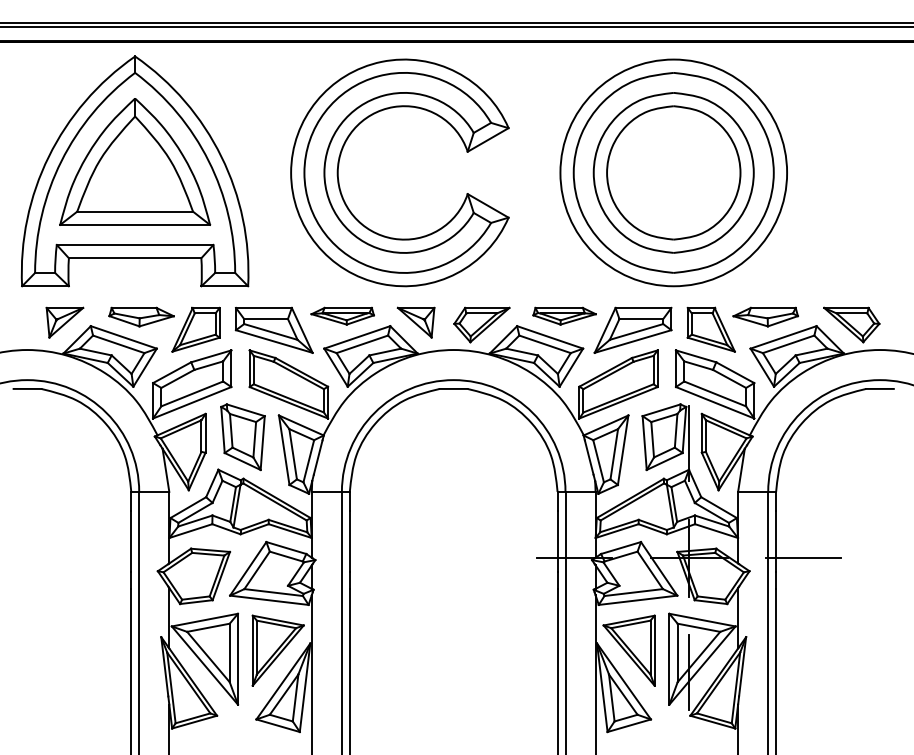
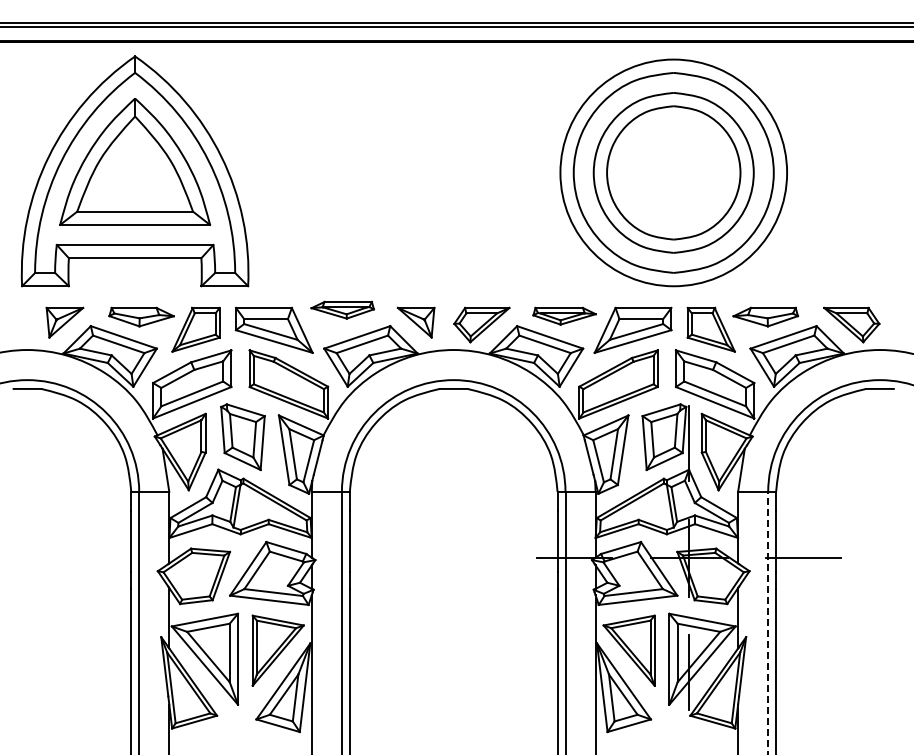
part at (339, 165): present -> none
part at (342, 315) position: (342, 315) -> (342, 309)
line at (768, 622): solid -> dashed
